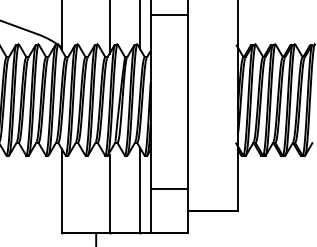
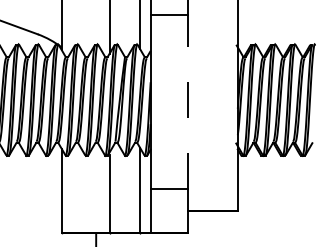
line at (187, 101): solid -> dashed
